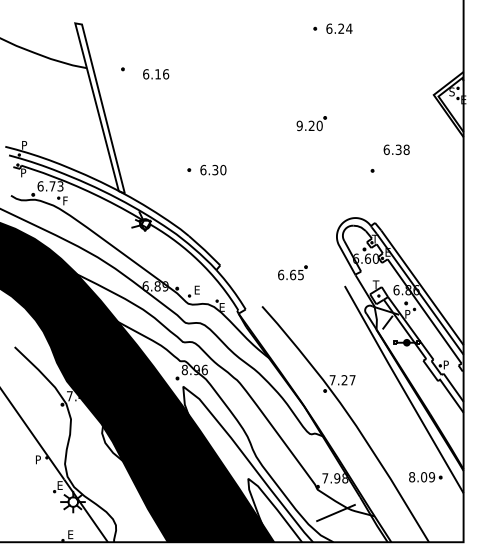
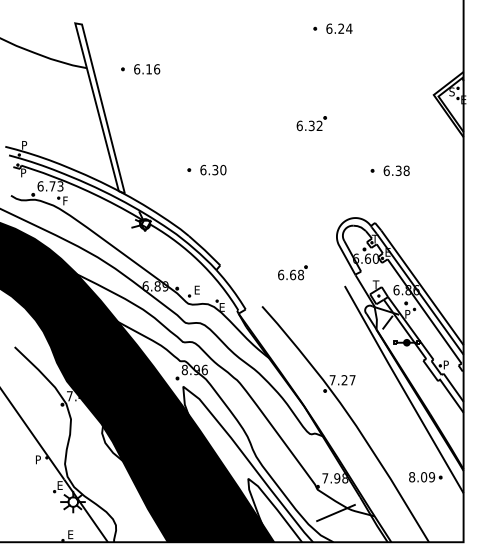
text at (156, 74) position: (156, 74) -> (147, 69)
text at (309, 125): 9.20 -> 6.32
text at (396, 149) position: (396, 149) -> (396, 170)
text at (301, 274): 6.65 -> 6.68
